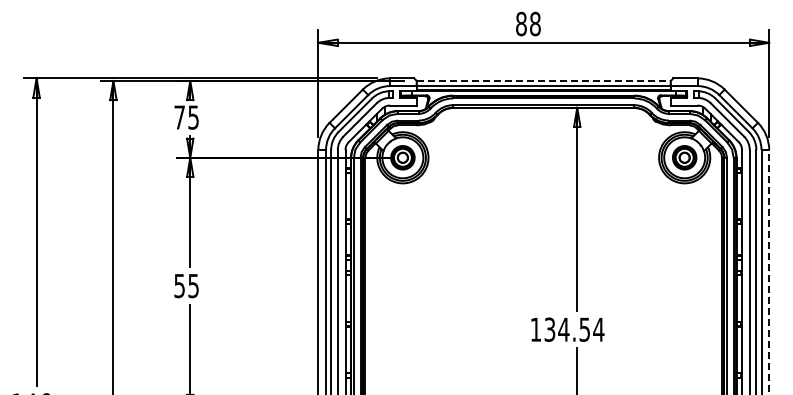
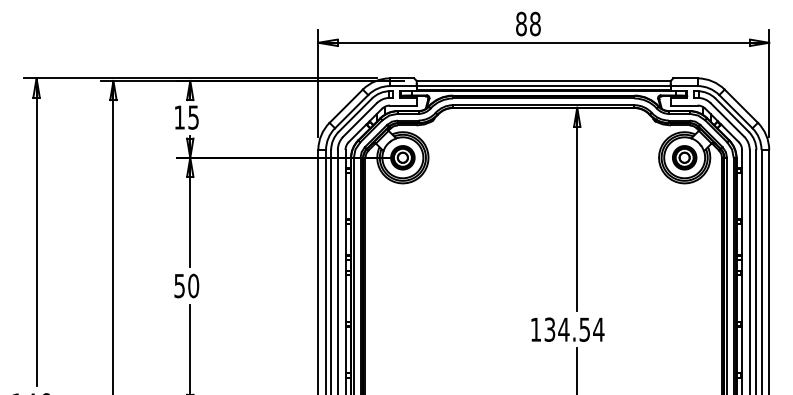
line at (544, 80): dashed -> solid
text at (179, 117): 75 -> 15
line at (769, 271): dashed -> solid
text at (193, 285): 55 -> 50
